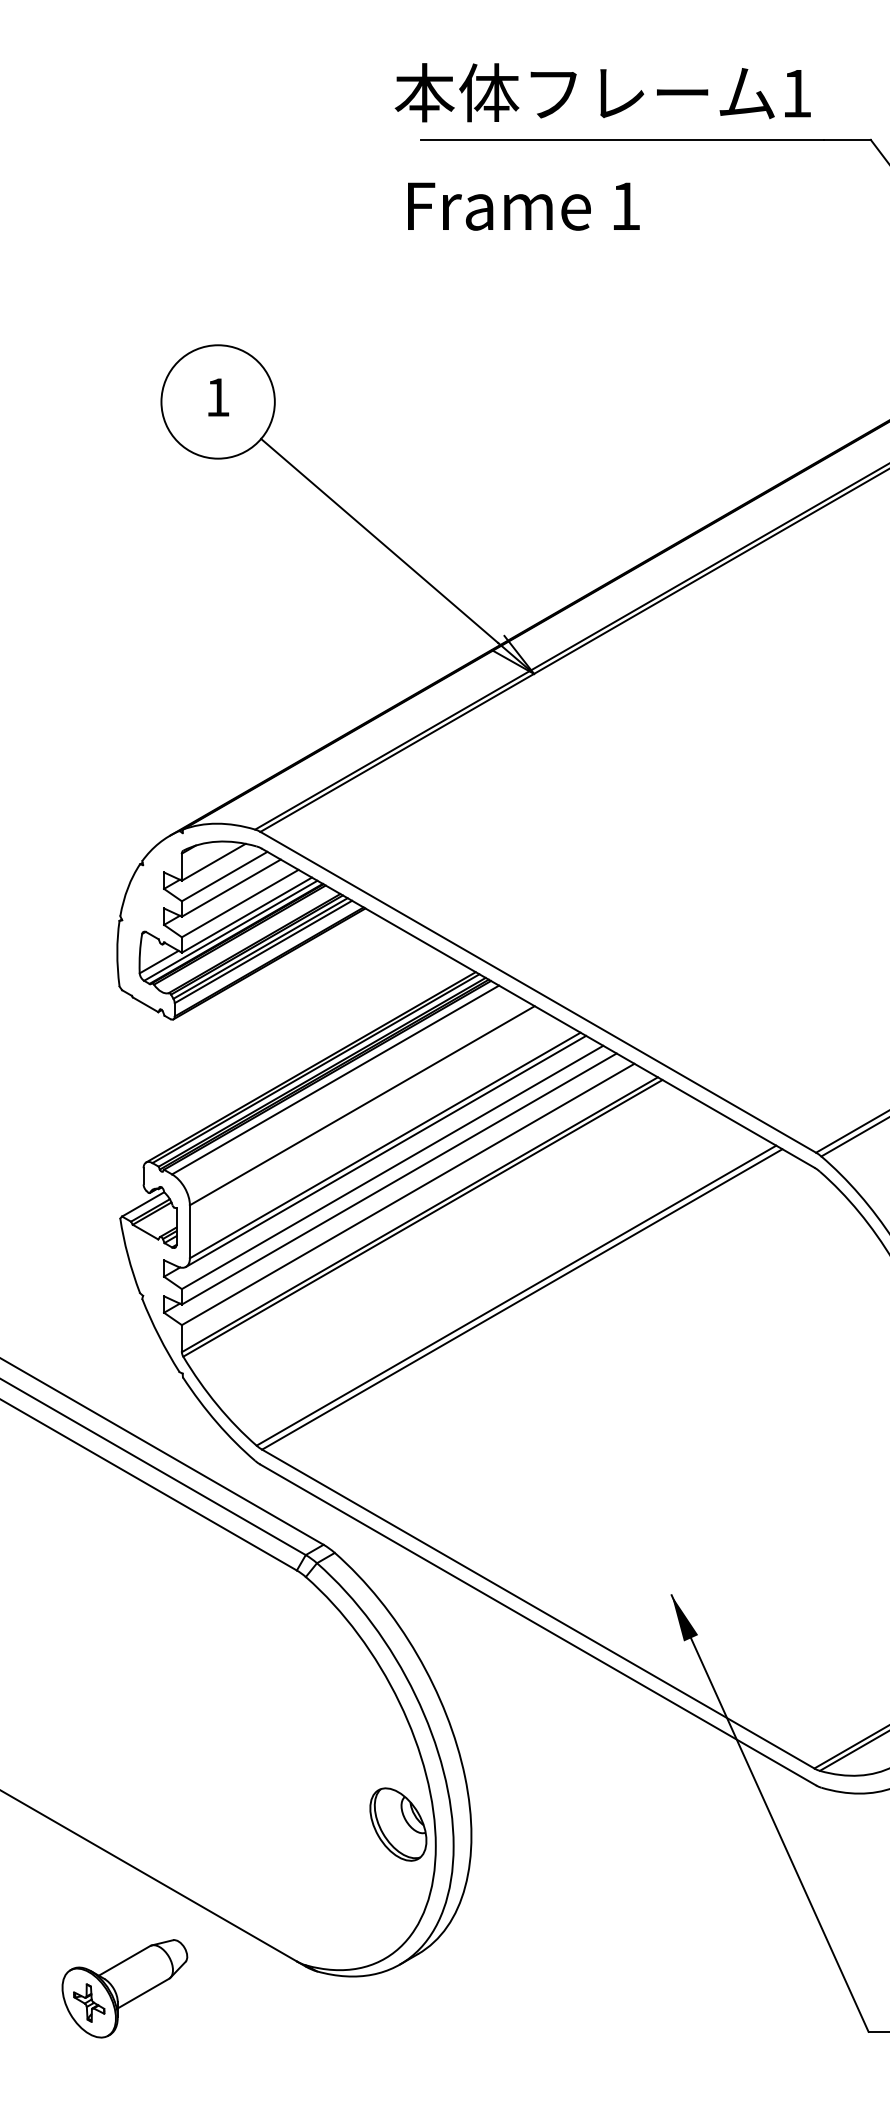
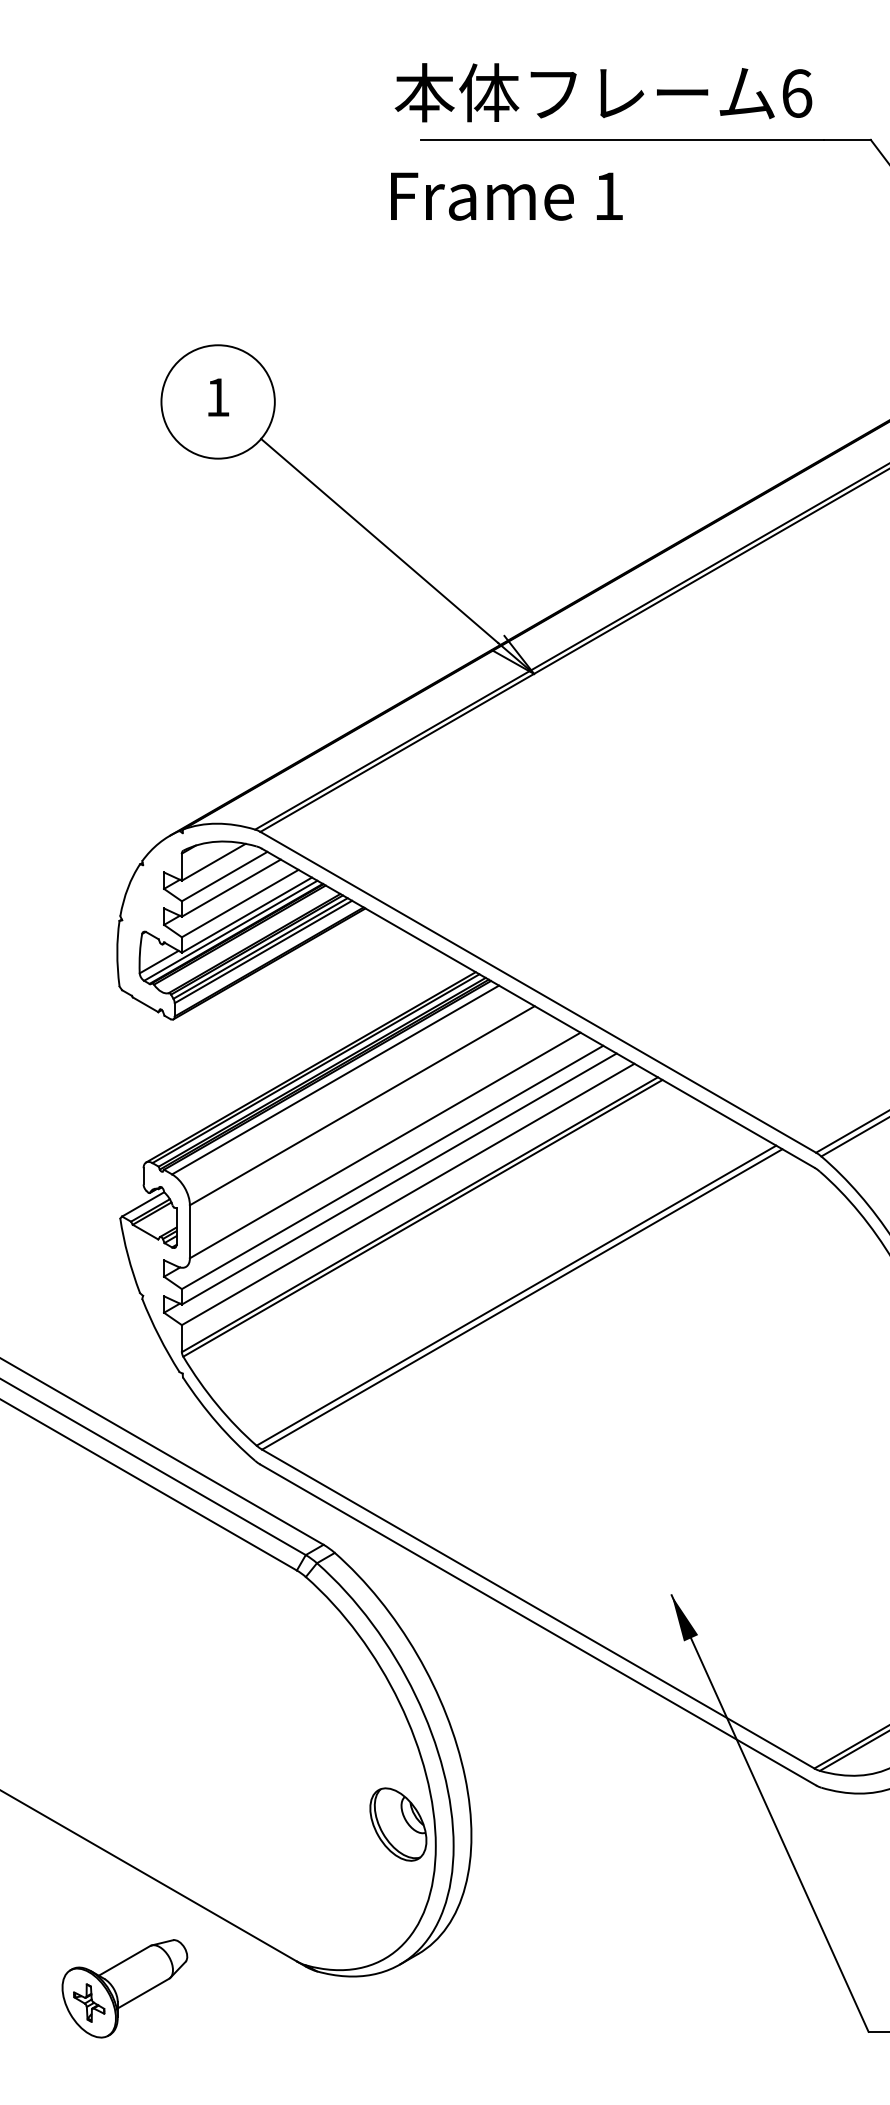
text at (797, 93): 1 -> 6
text at (523, 206) position: (523, 206) -> (506, 196)
line at (386, 1150): present -> none
